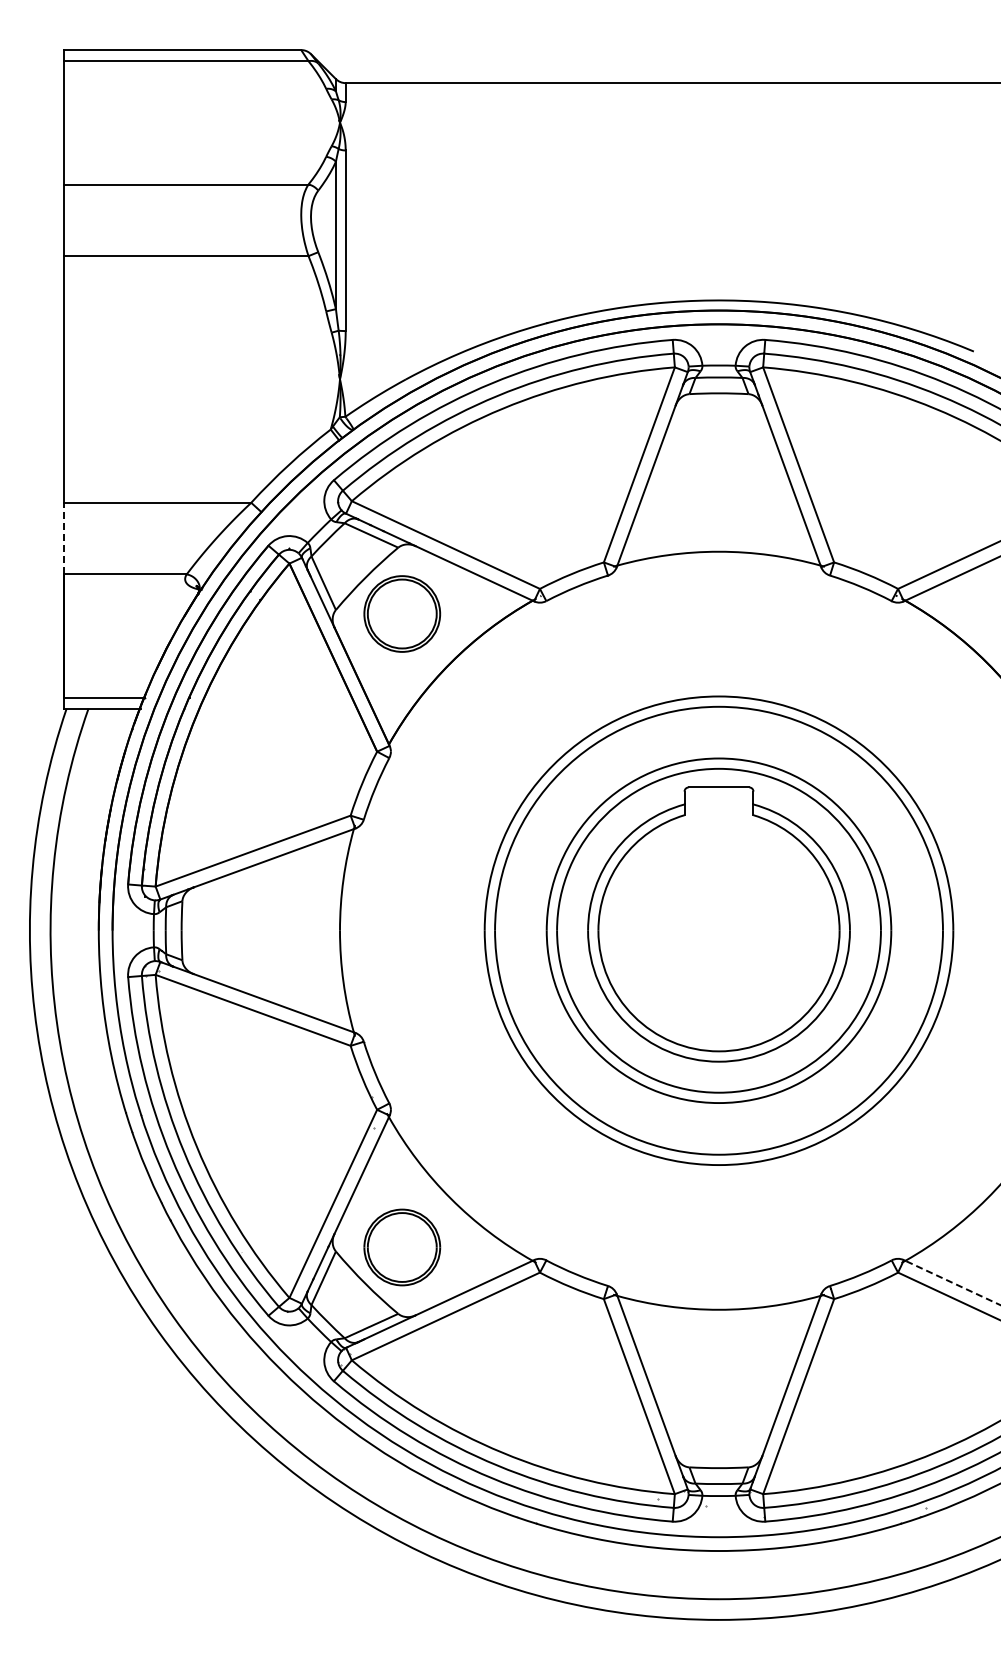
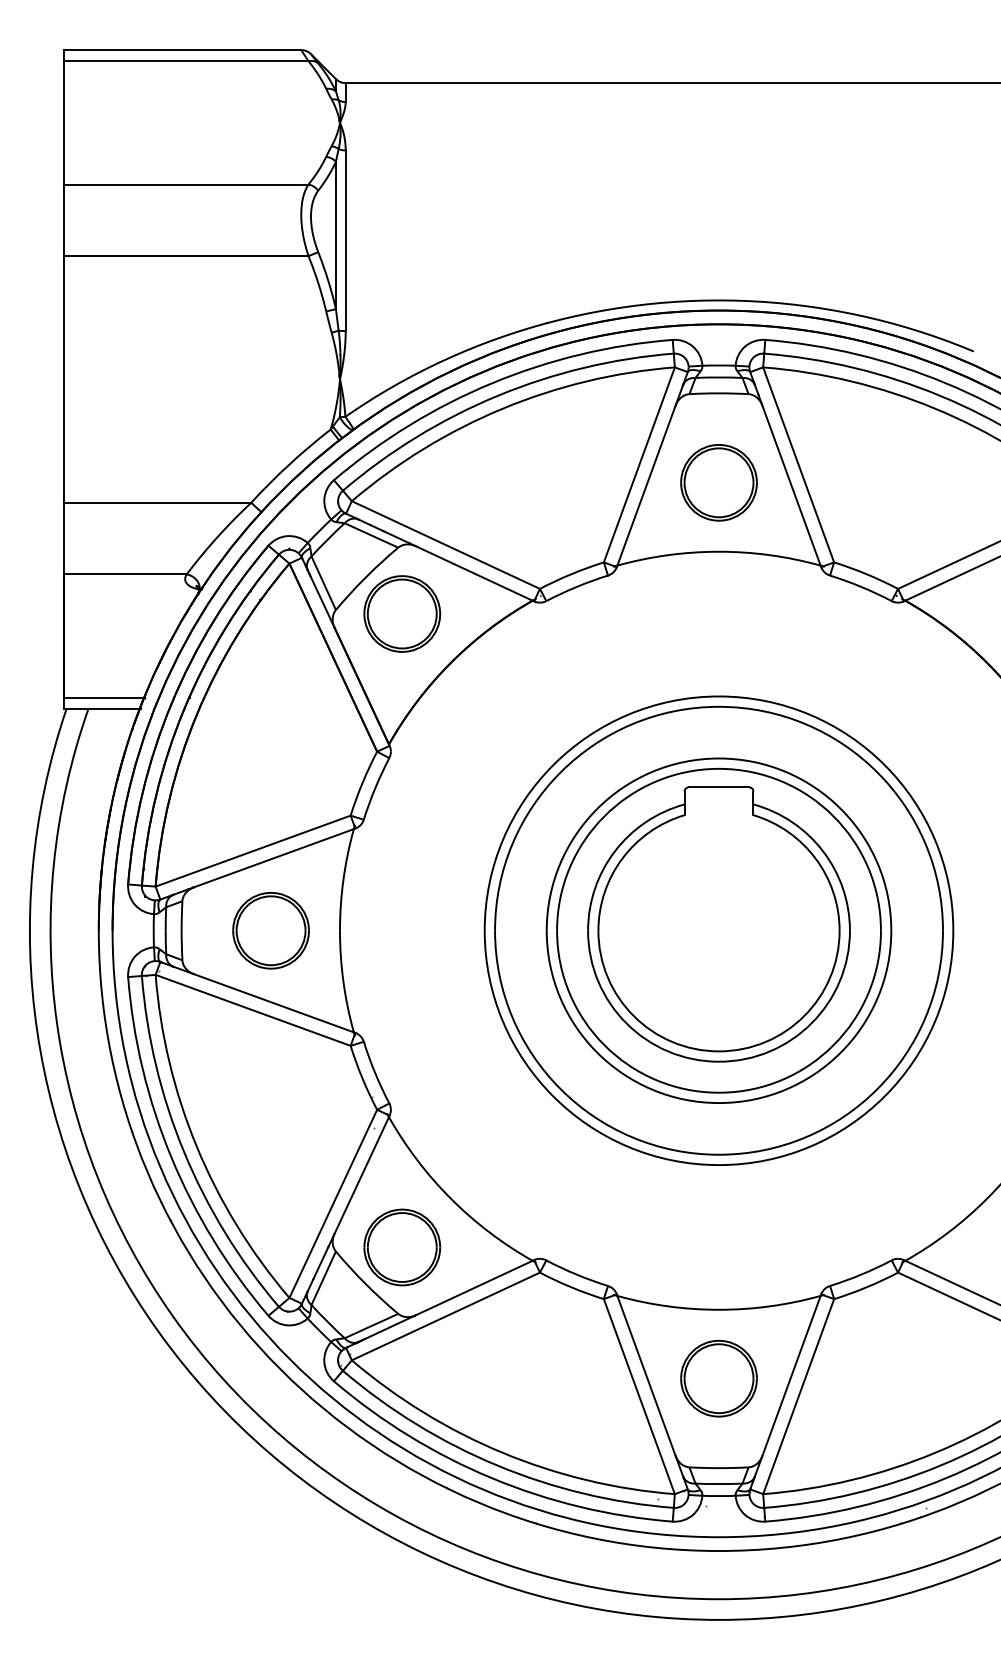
part at (718, 482): none -> present
line at (64, 538): dashed -> solid
part at (270, 930): none -> present
line at (953, 1283): dashed -> solid
part at (718, 1378): none -> present
